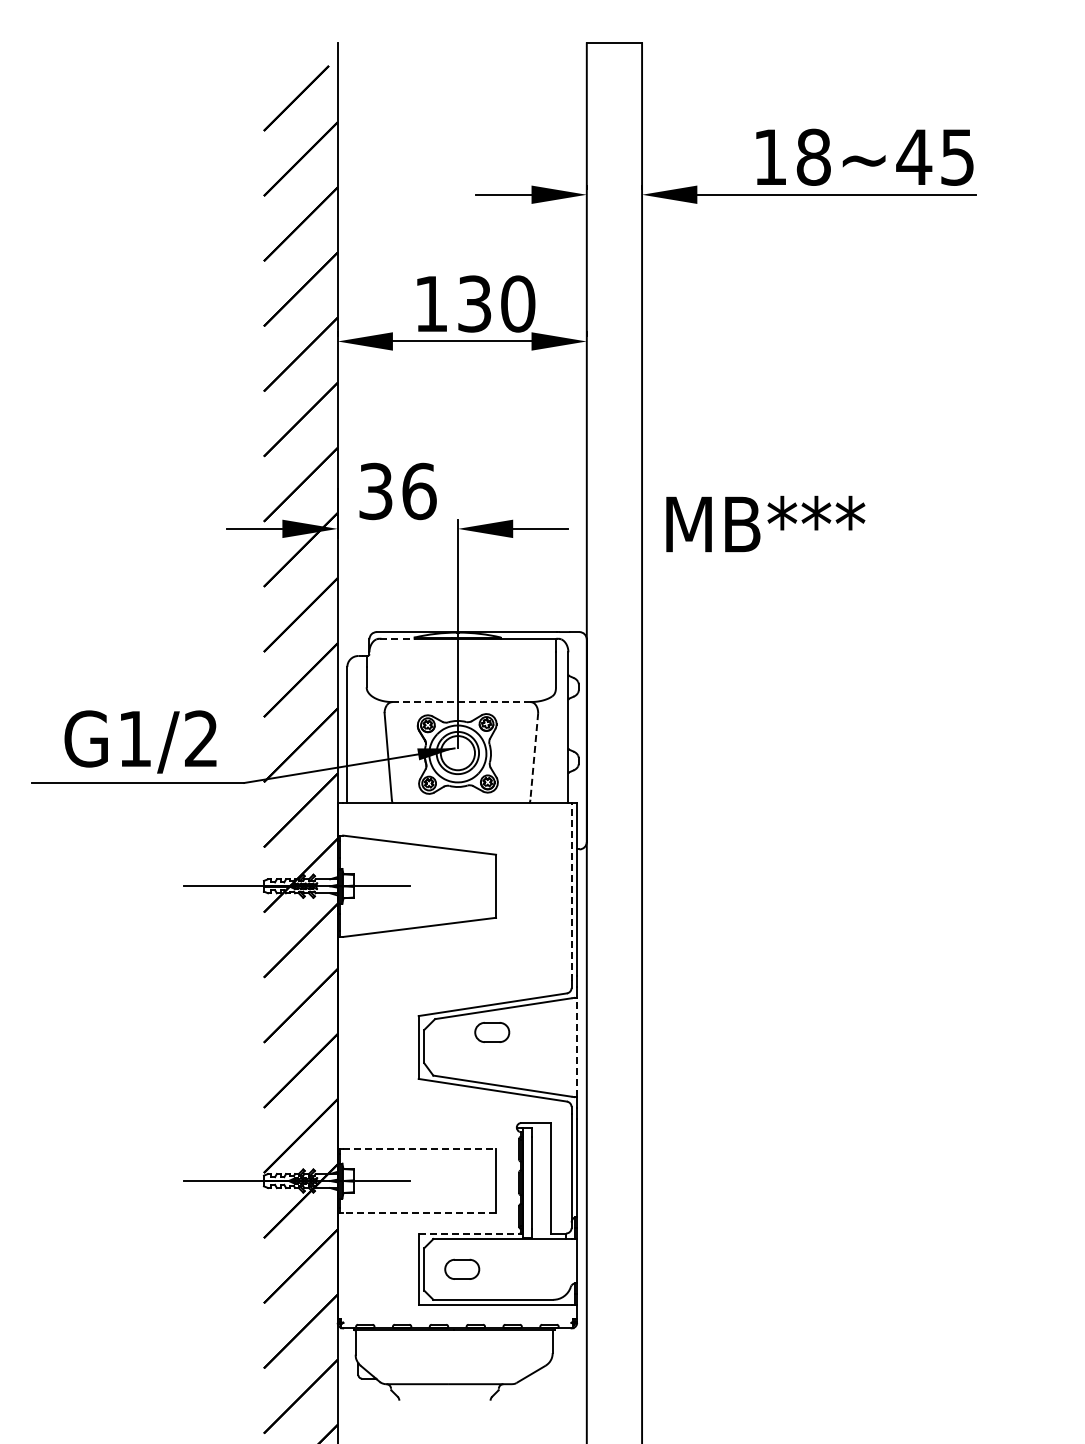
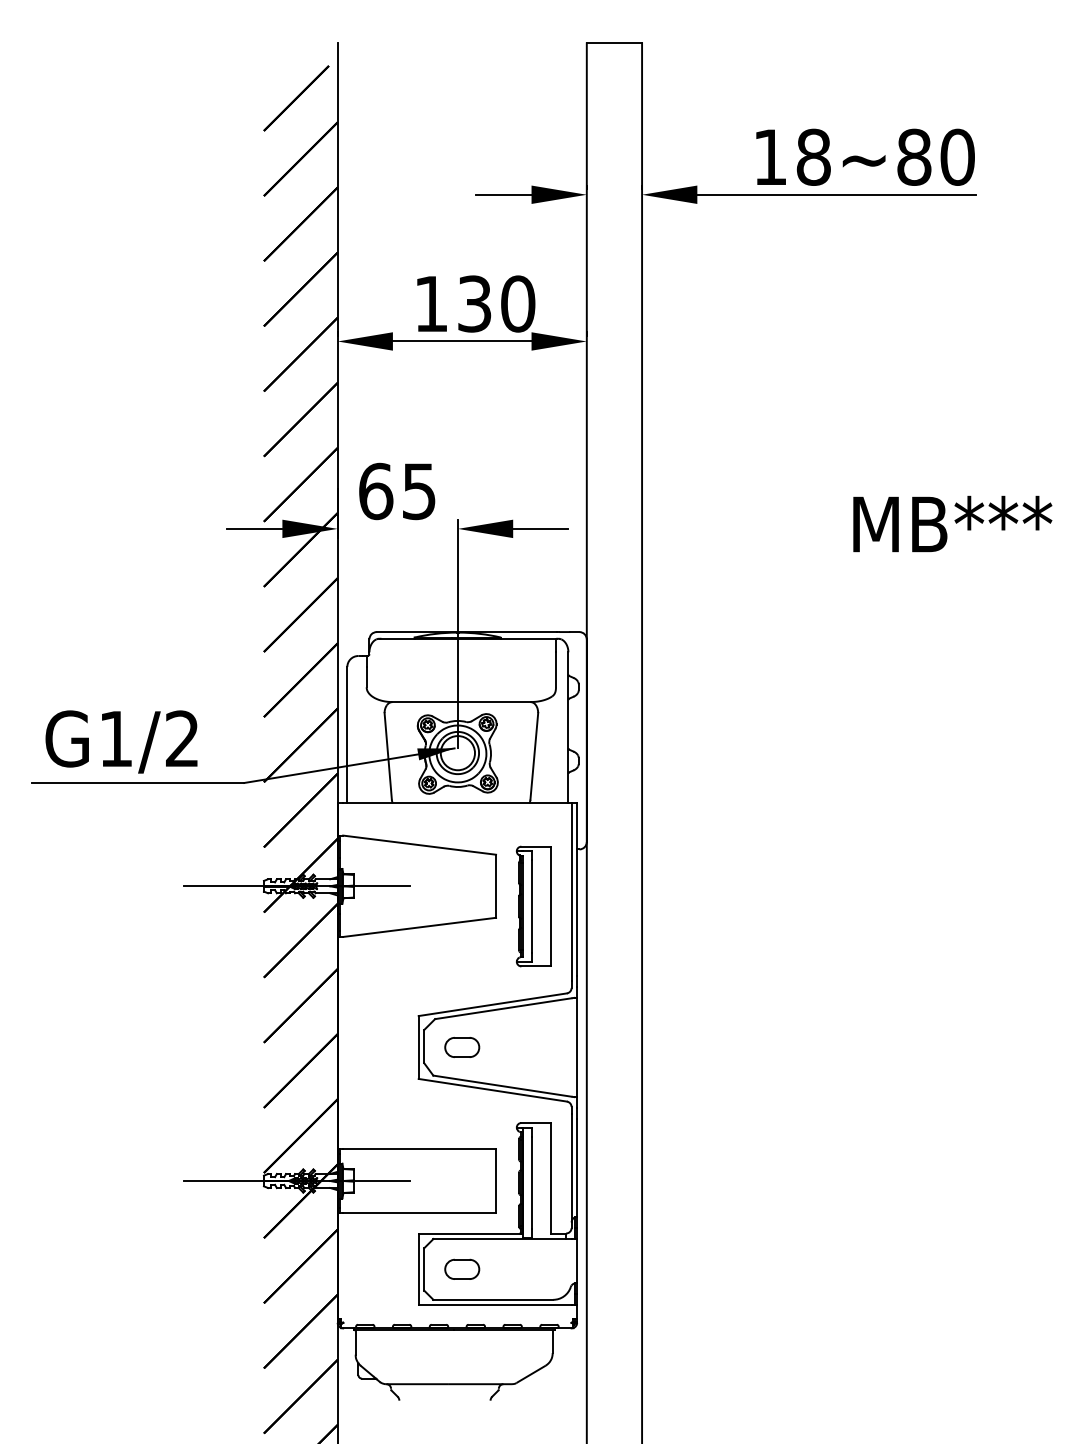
text at (935, 156): 18~45 -> 18~80
text at (397, 491): 36 -> 65
text at (765, 523) position: (765, 523) -> (952, 523)
line at (398, 638): dashed -> solid
line at (461, 702): dashed -> solid
text at (140, 741) position: (140, 741) -> (121, 741)
line at (534, 756): dashed -> solid
line at (571, 892): dashed -> solid
part at (533, 906): none -> present
part at (492, 1032) position: (492, 1032) -> (462, 1047)
line at (577, 1047): dashed -> solid
line at (420, 1148): dashed -> solid
line at (419, 1213): dashed -> solid
line at (469, 1233): dashed -> solid
